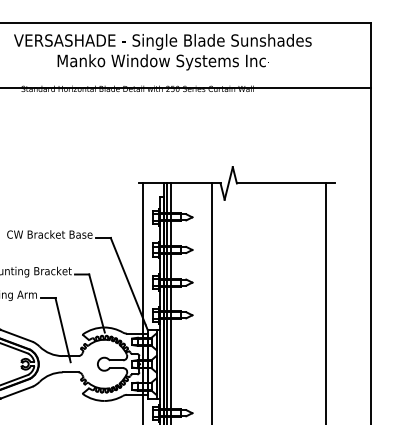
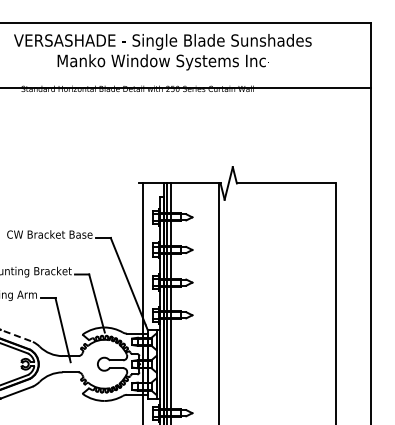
line at (212, 302) position: (212, 302) -> (219, 302)
line at (326, 302) position: (326, 302) -> (336, 302)
line at (17, 336): solid -> dashed
